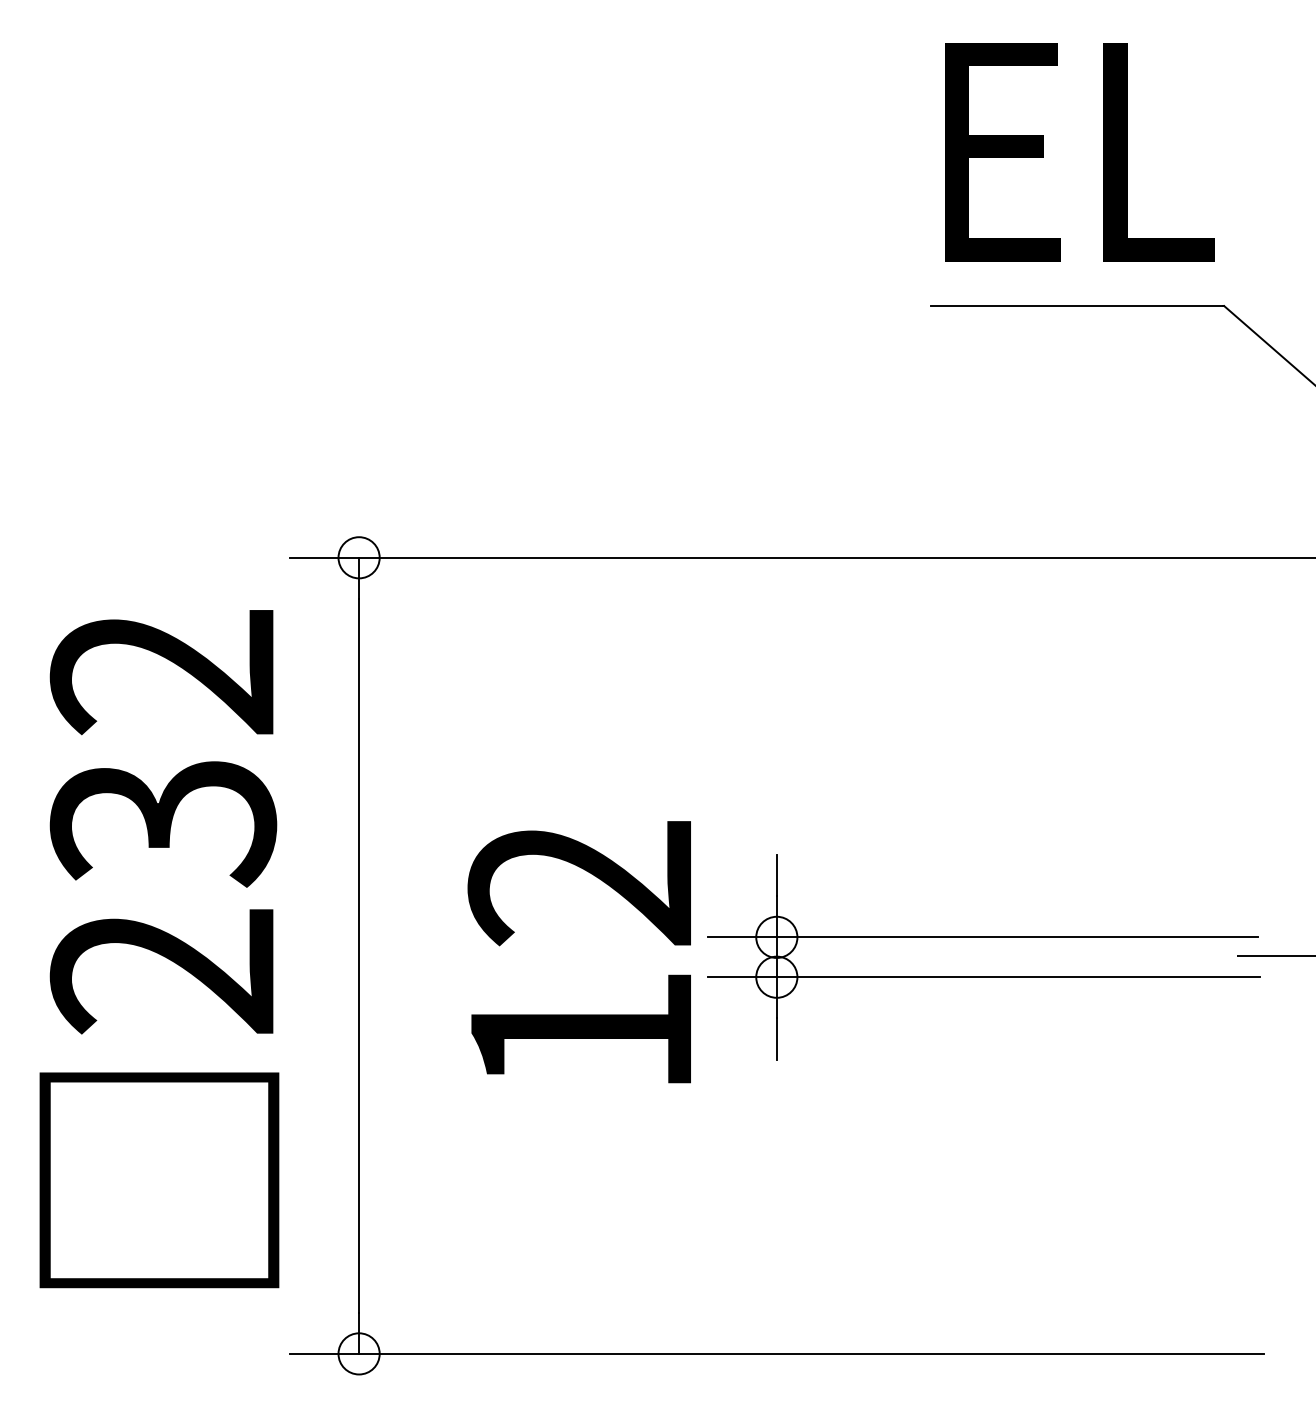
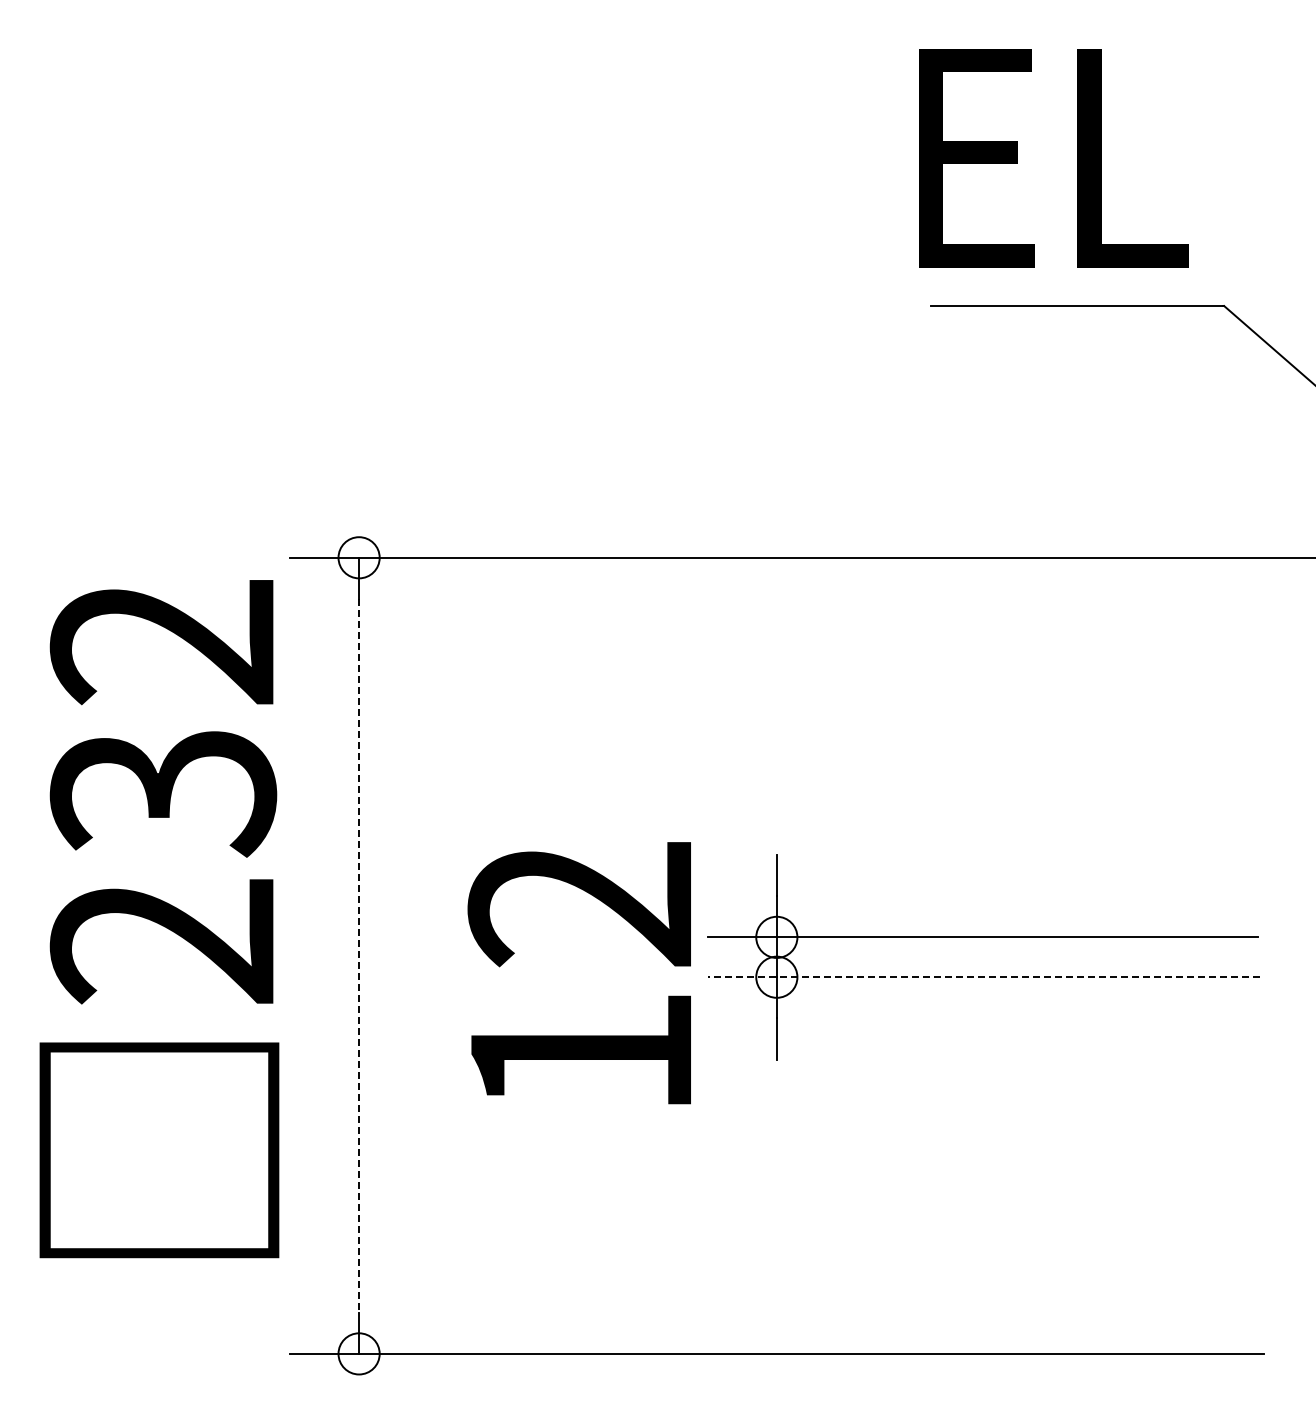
text at (1079, 152) position: (1079, 152) -> (1053, 158)
text at (159, 949) position: (159, 949) -> (159, 919)
text at (578, 952) position: (578, 952) -> (578, 973)
line at (359, 955): solid -> dashed
line at (1274, 956): present -> none
line at (983, 977): solid -> dashed
